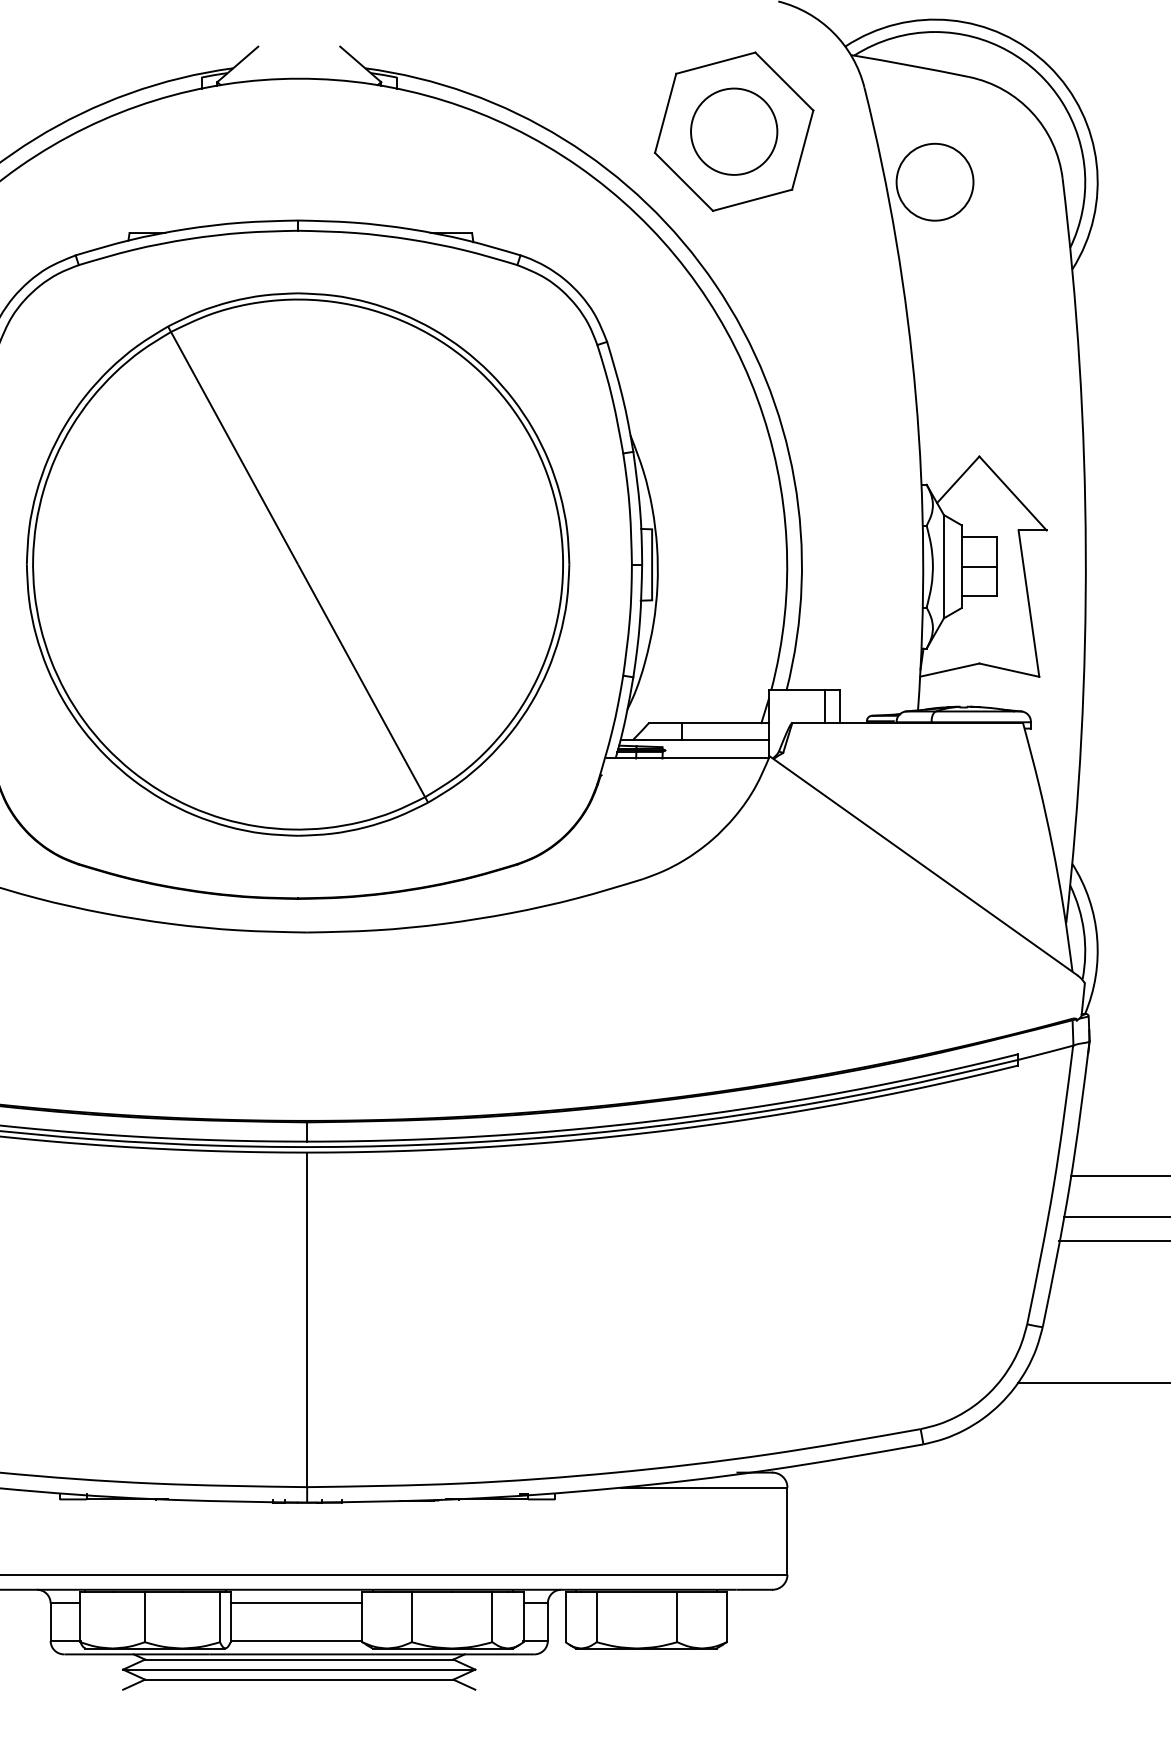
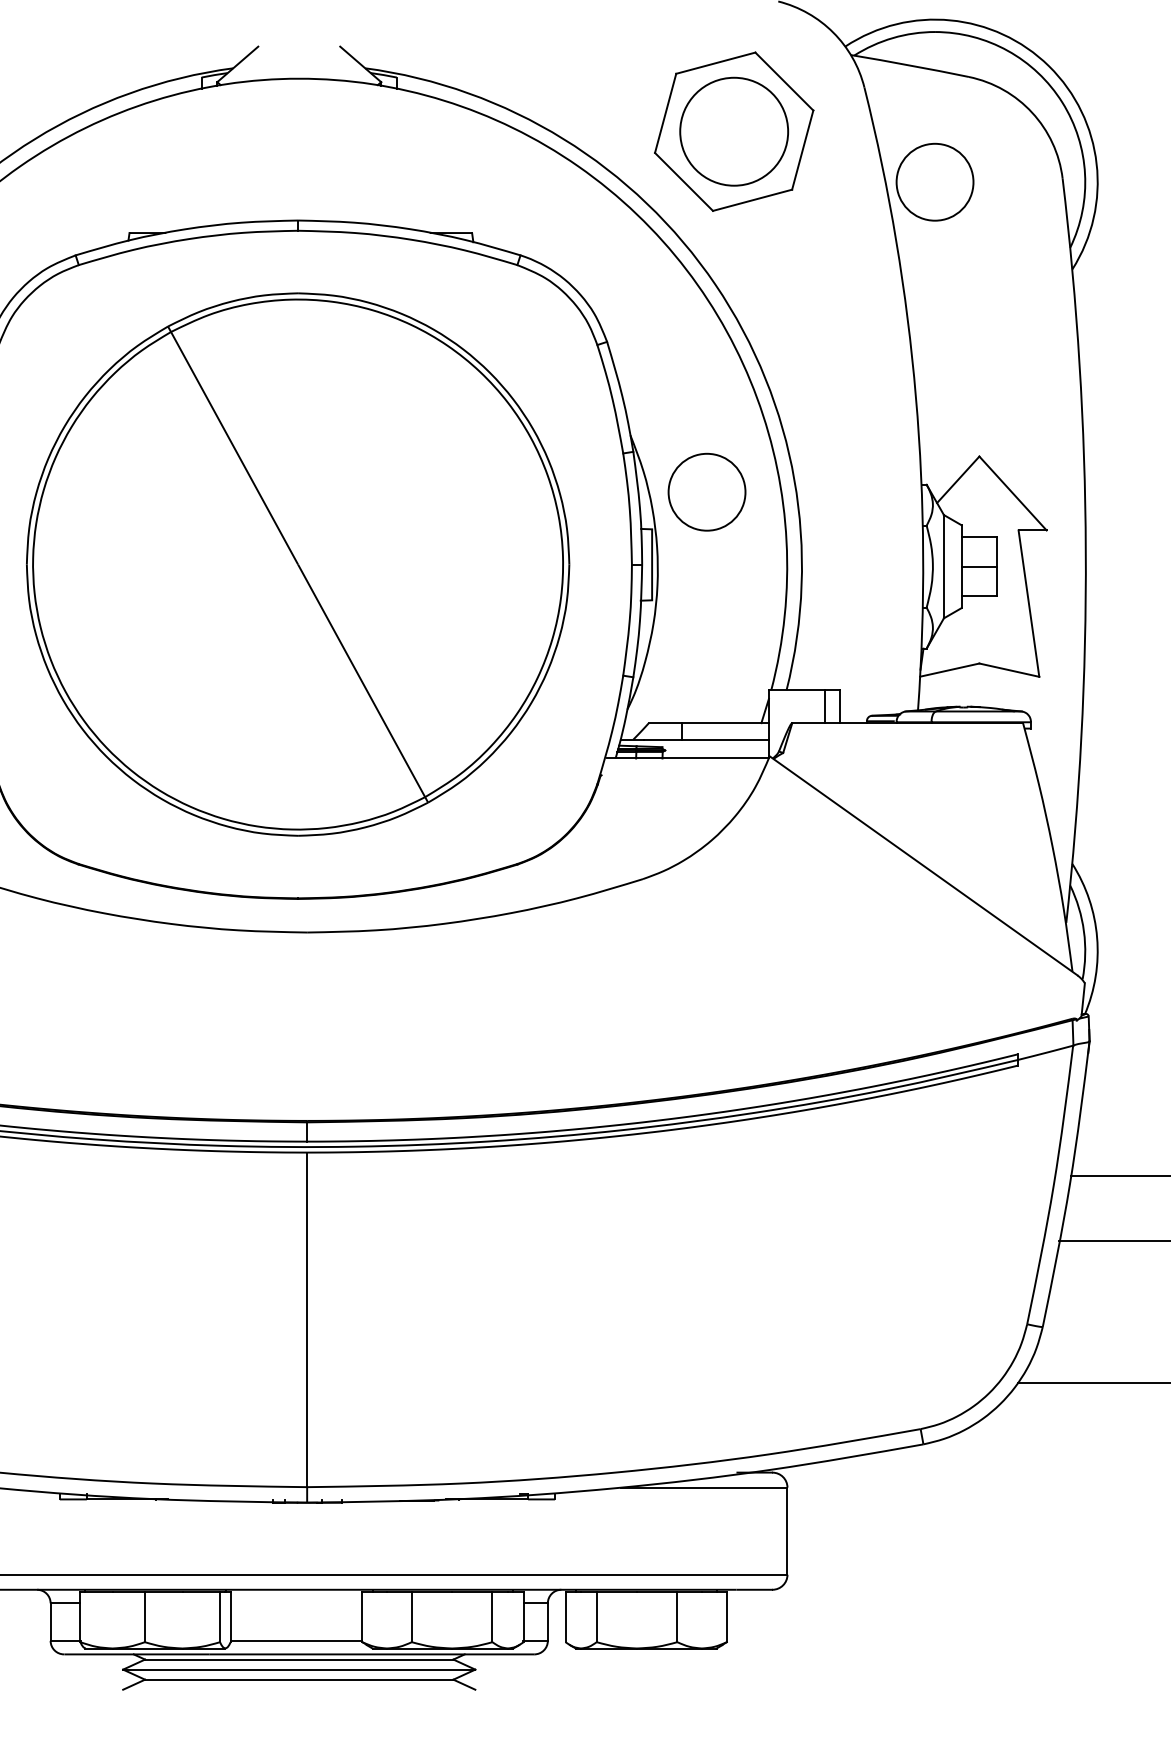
circle at (734, 131) diameter: 86 px -> 108 px
circle at (706, 491): none -> present
line at (1115, 1217): present -> none
line at (296, 1603): present -> none
